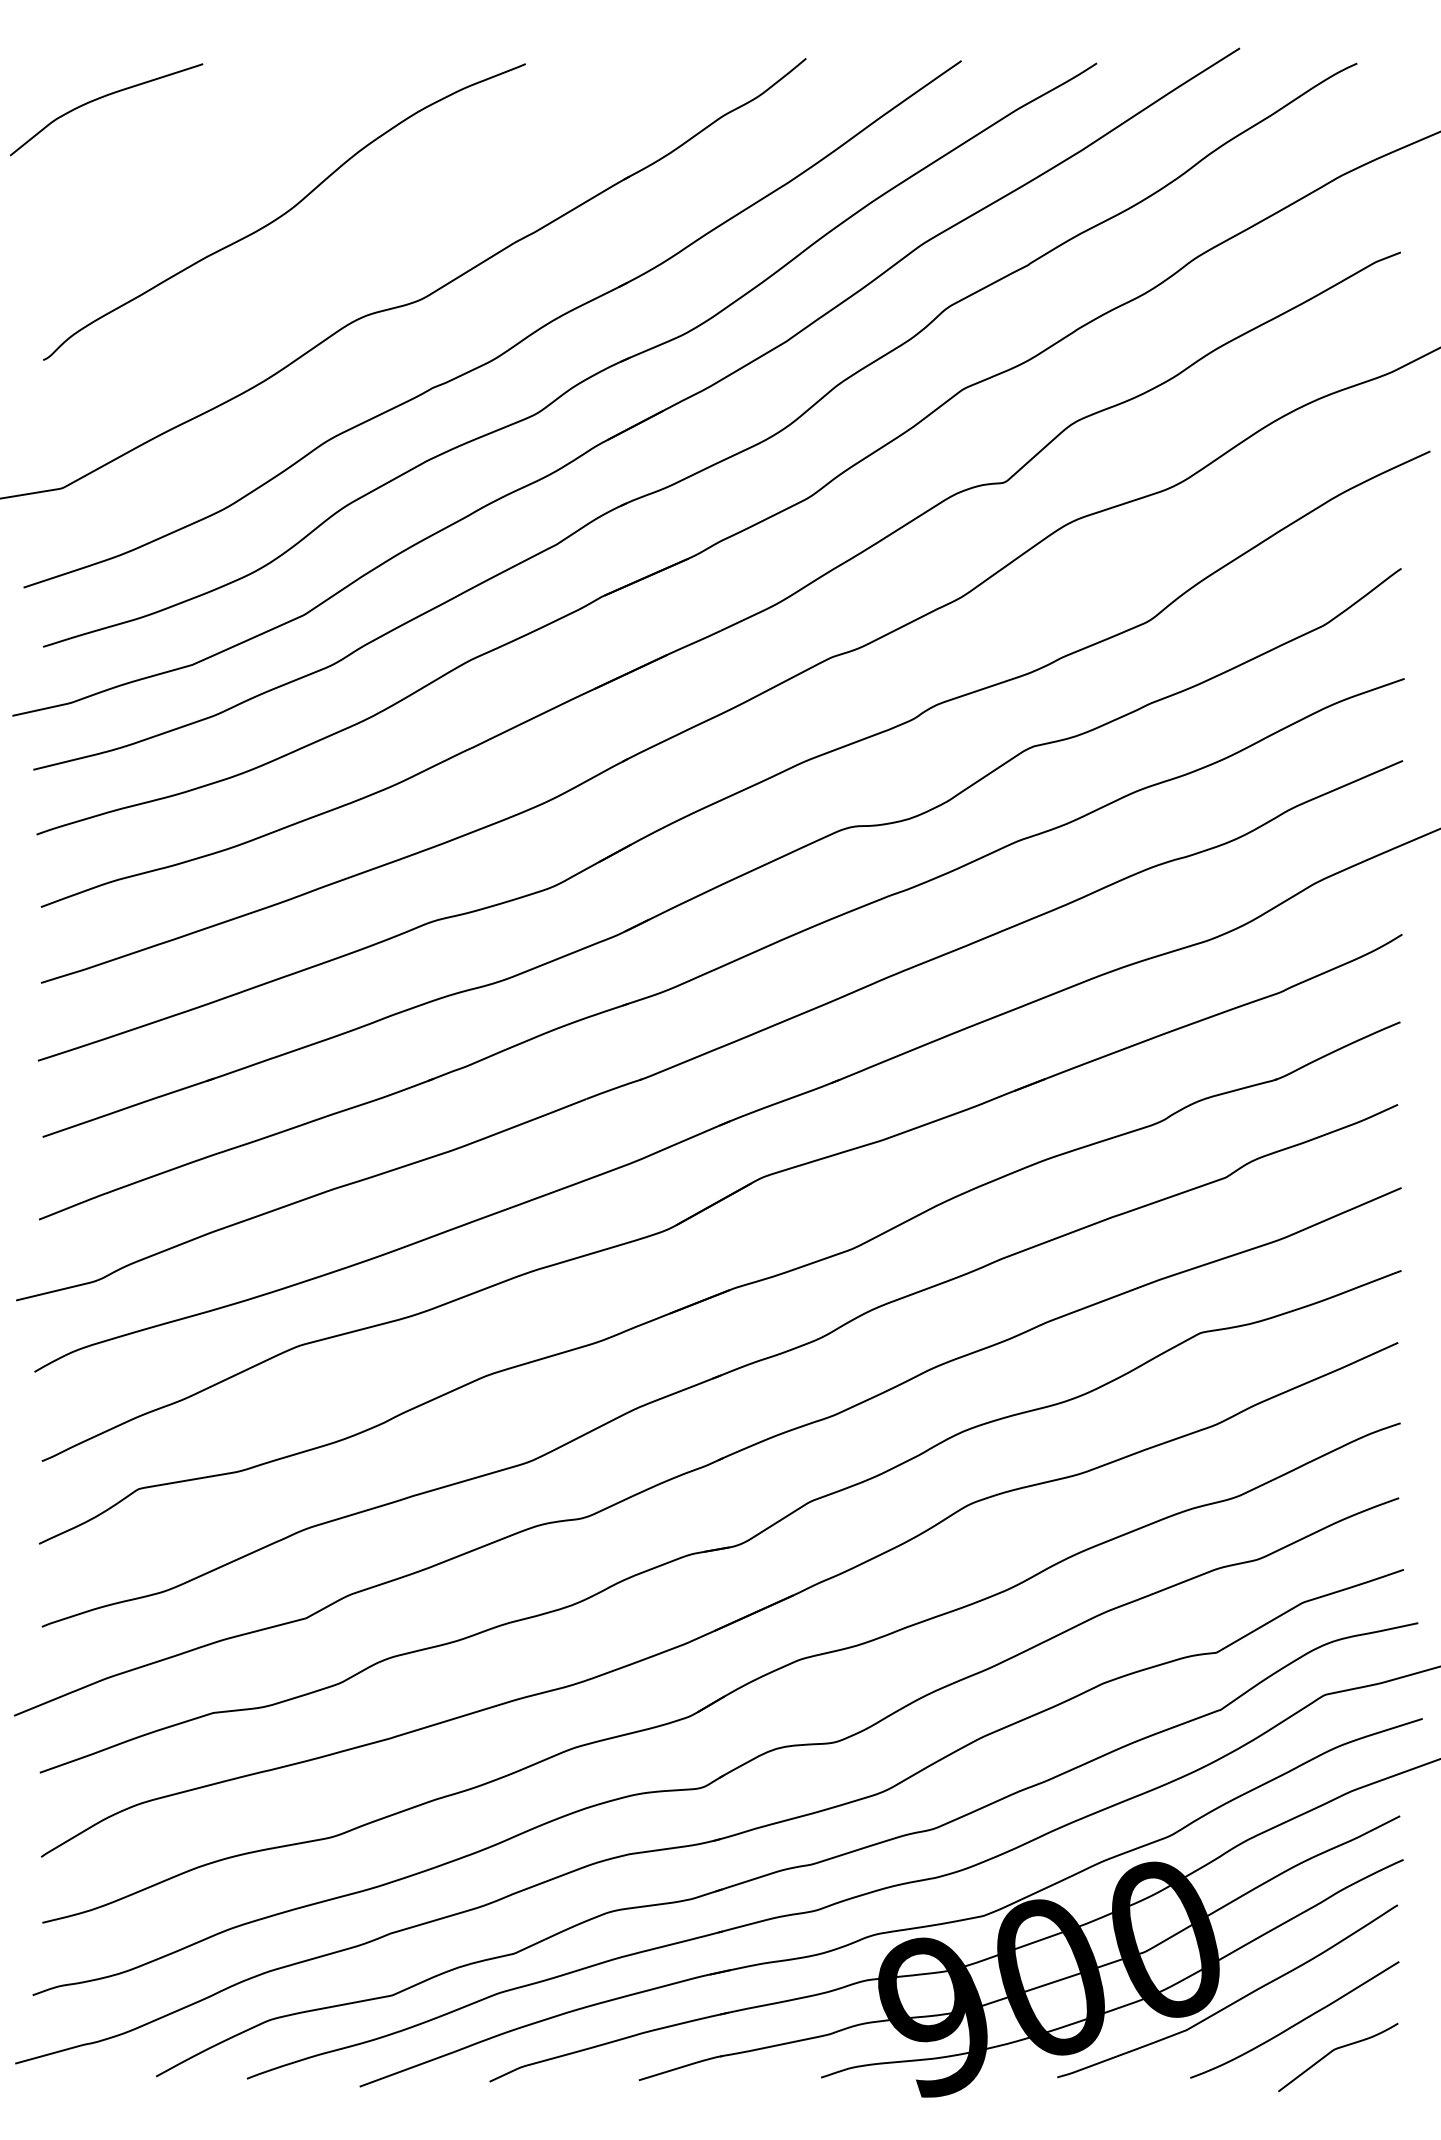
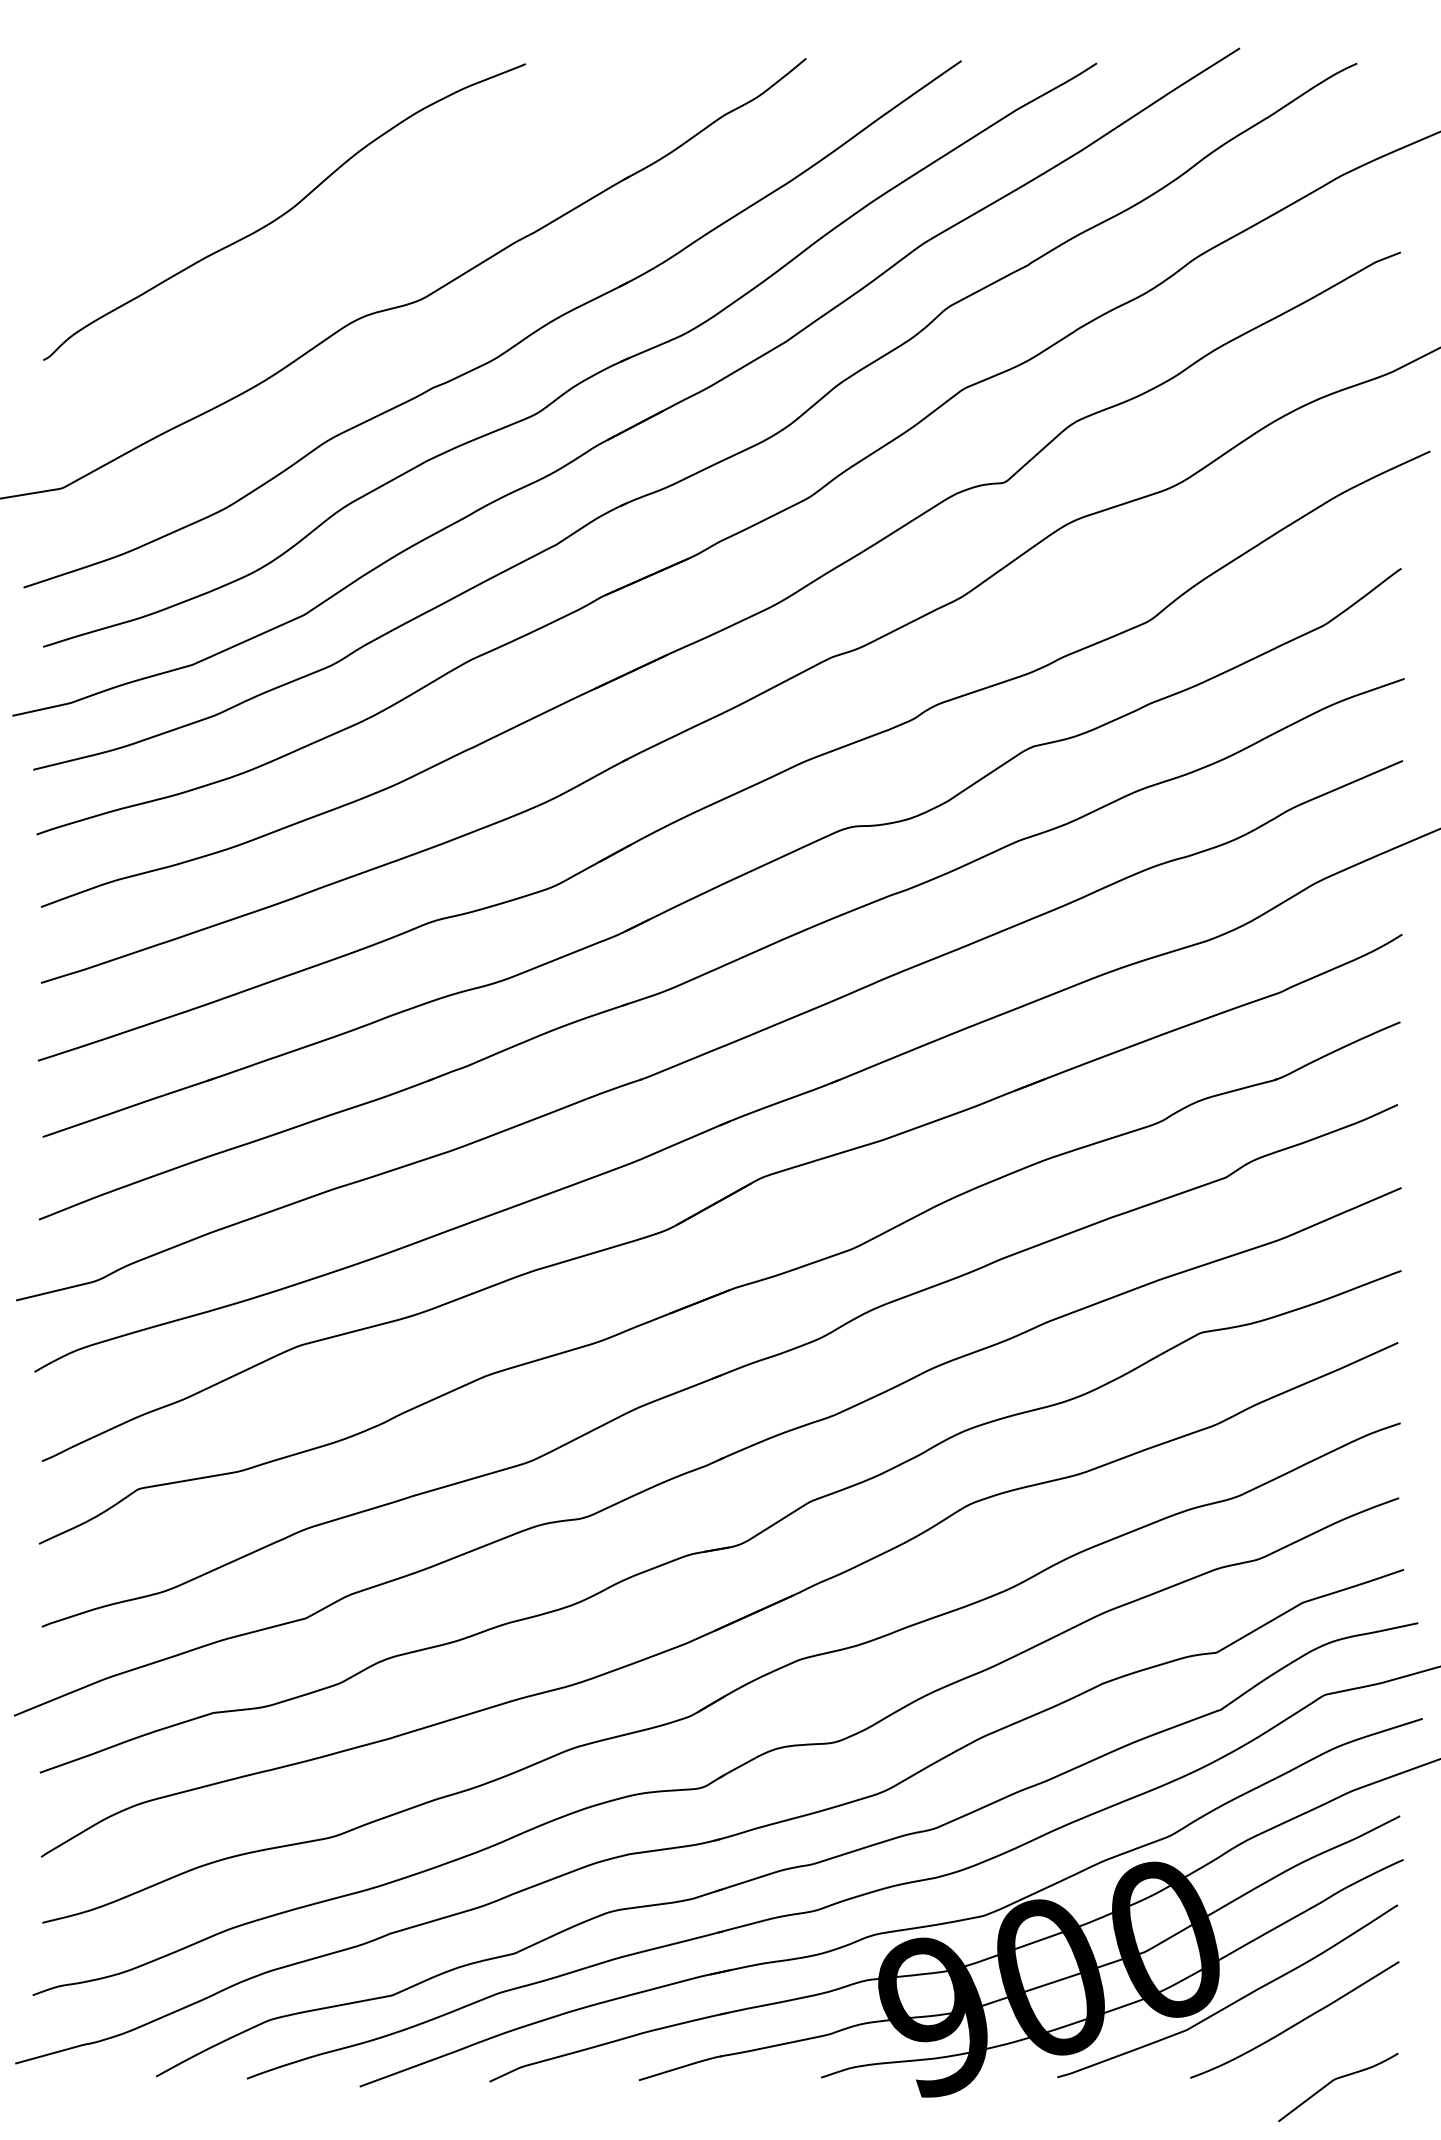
curve at (101, 98): present -> none
curve at (1335, 2050) position: (1335, 2050) -> (1335, 2080)
